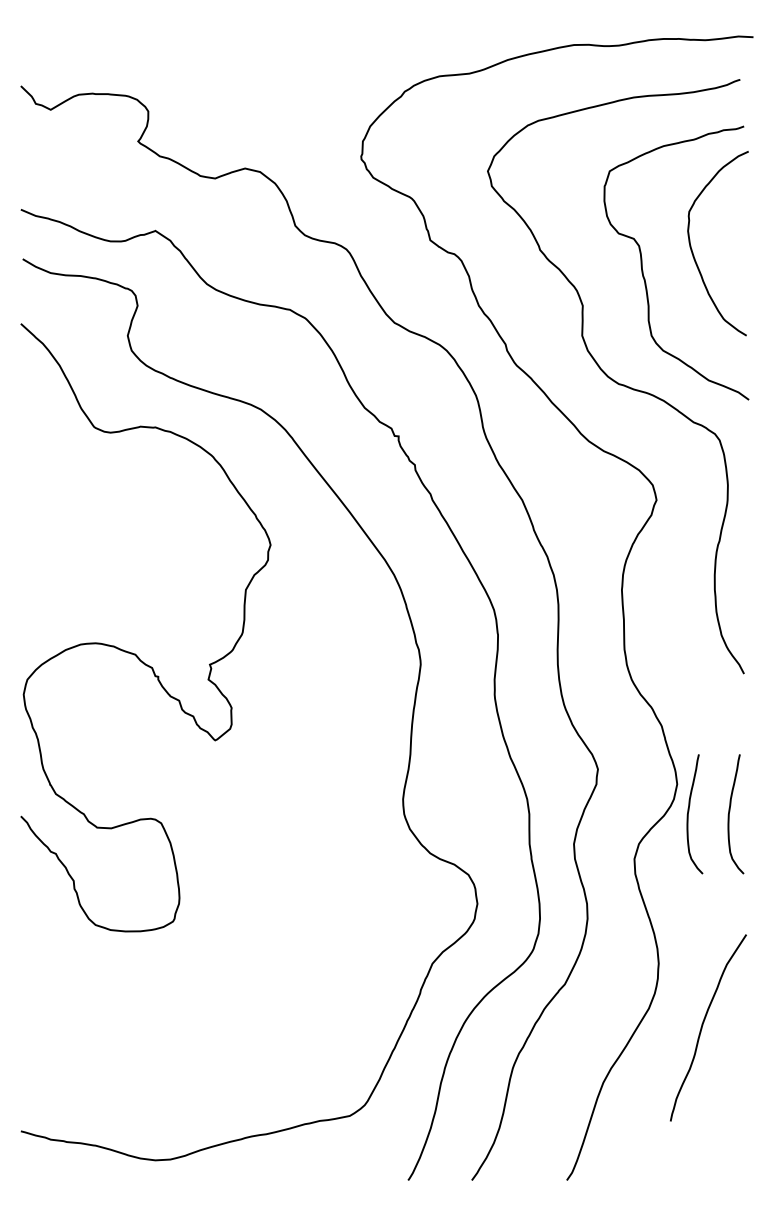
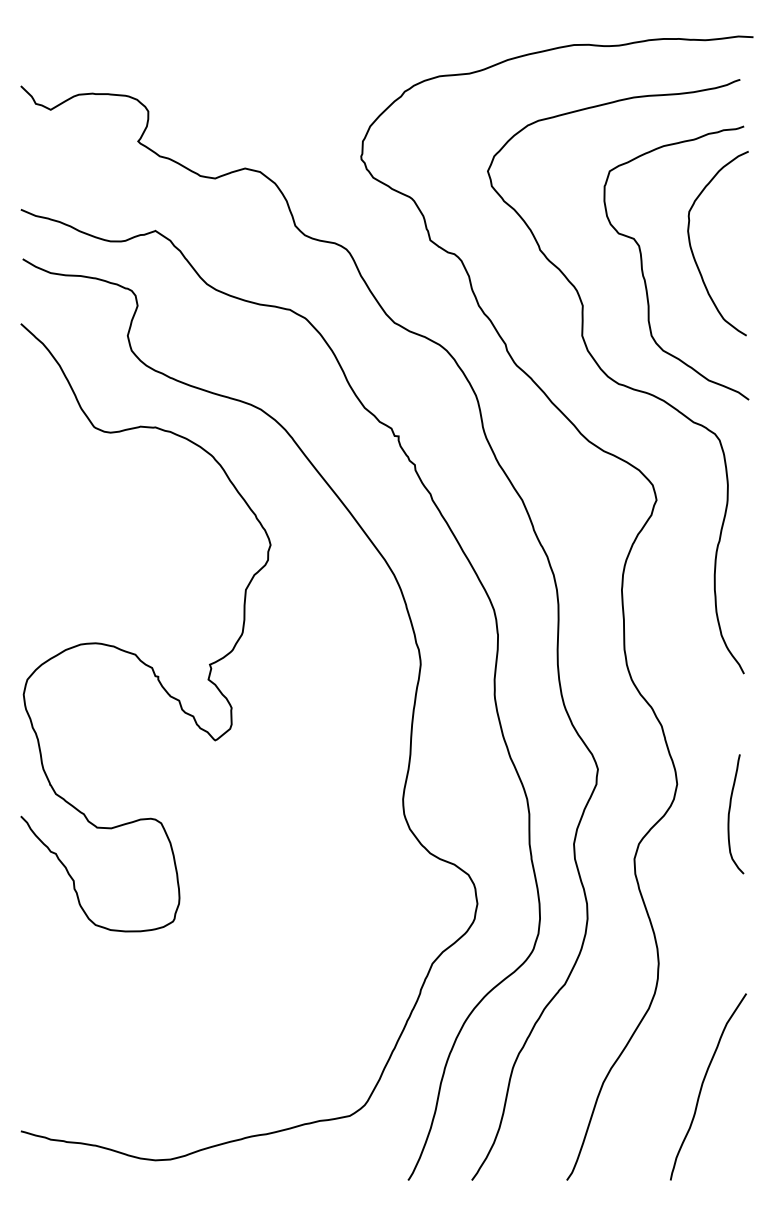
curve at (689, 811): present -> none
curve at (703, 1025) position: (703, 1025) -> (703, 1084)
